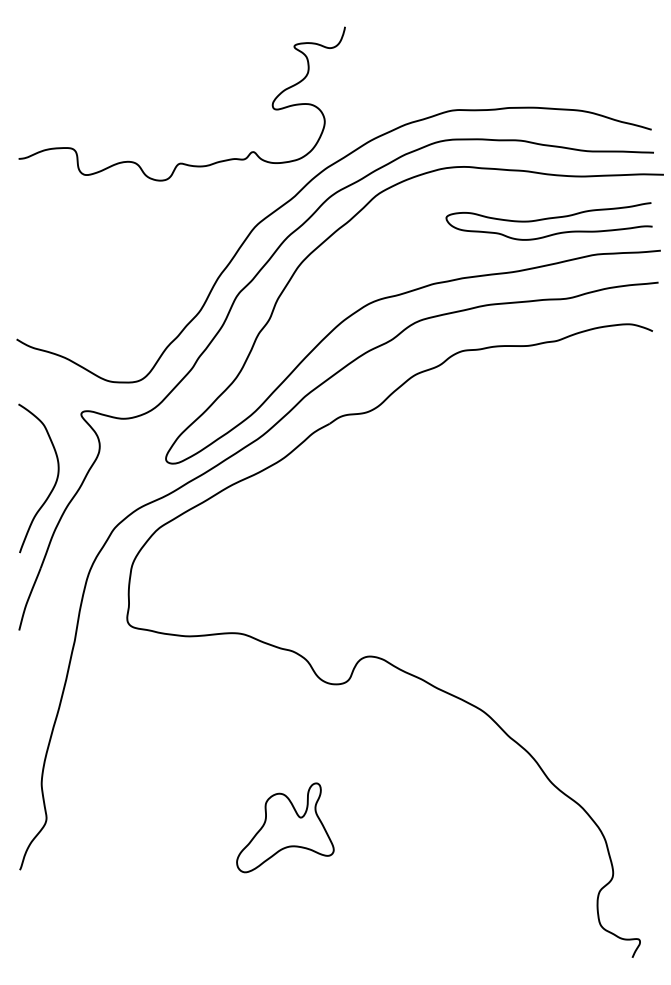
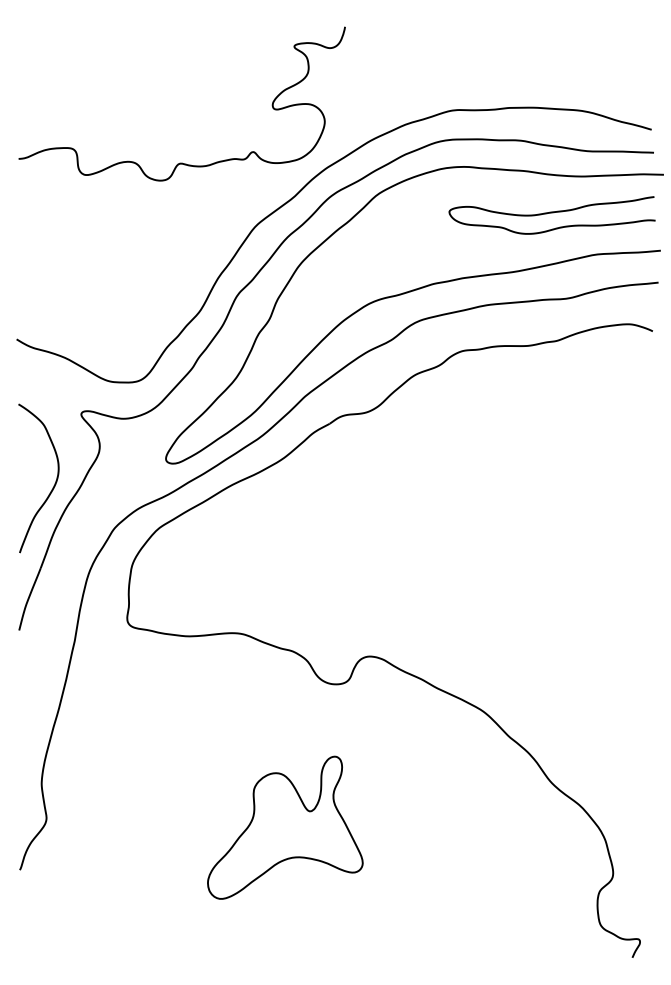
curve at (548, 219) position: (548, 219) -> (551, 213)
part at (285, 827) size: 99x92 px -> 157x145 px
